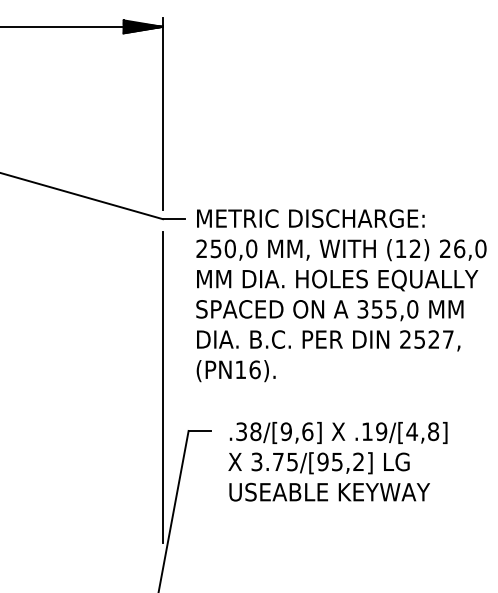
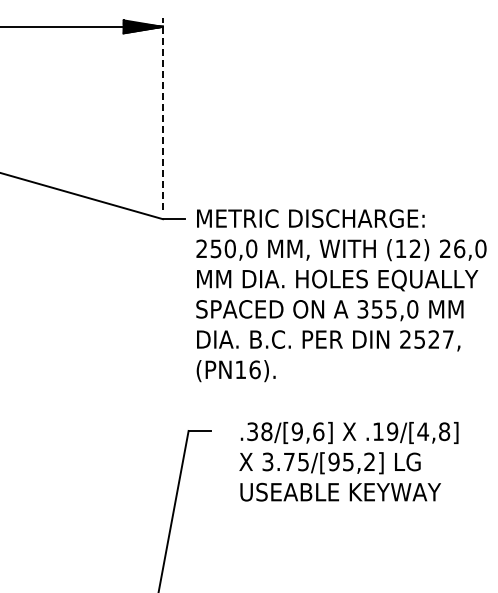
line at (162, 113): solid -> dashed
line at (162, 387): present -> none
text at (337, 461) position: (337, 461) -> (348, 461)
